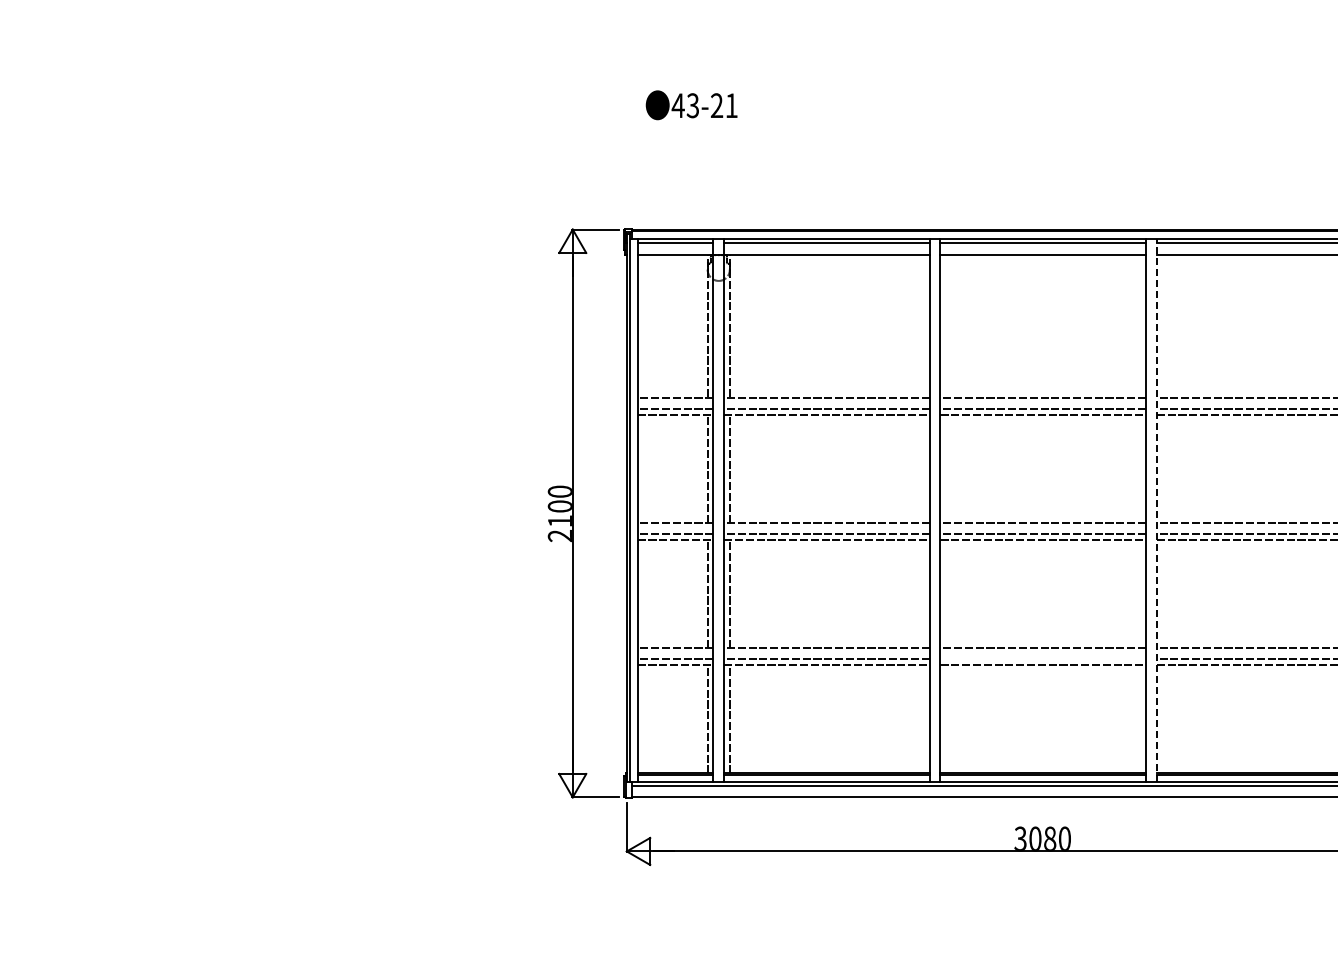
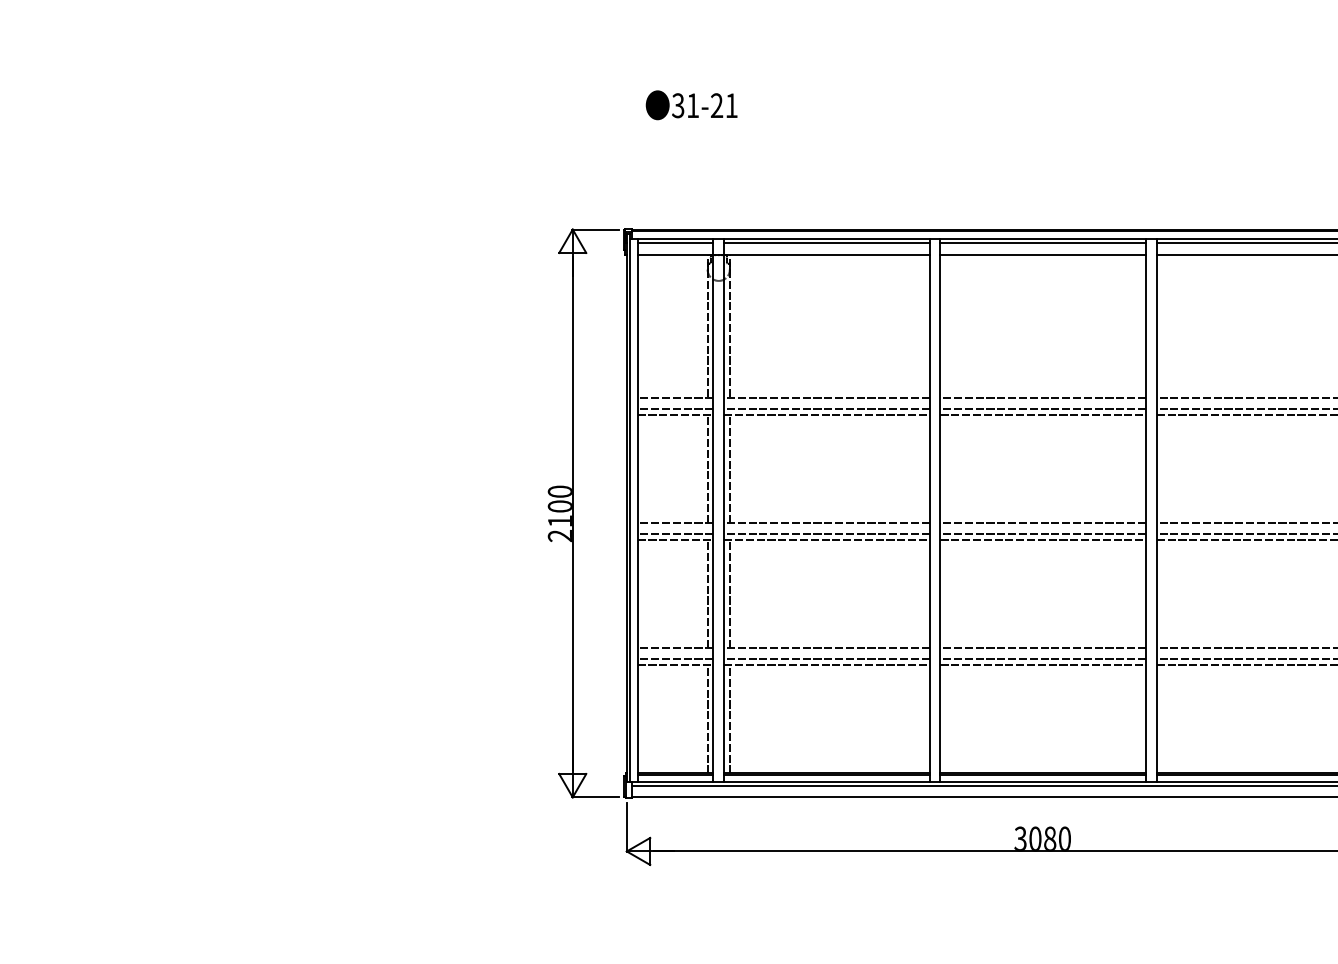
text at (684, 105): 43-21 -> 31-21
line at (1156, 510): dashed -> solid
line at (1042, 659): none -> present
